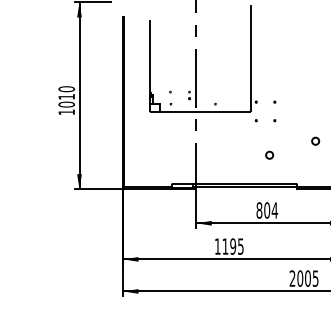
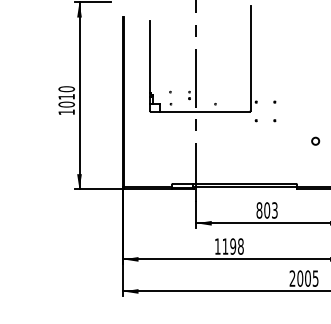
circle at (269, 154): present -> none
text at (274, 210): 804 -> 803
text at (240, 246): 1195 -> 1198
